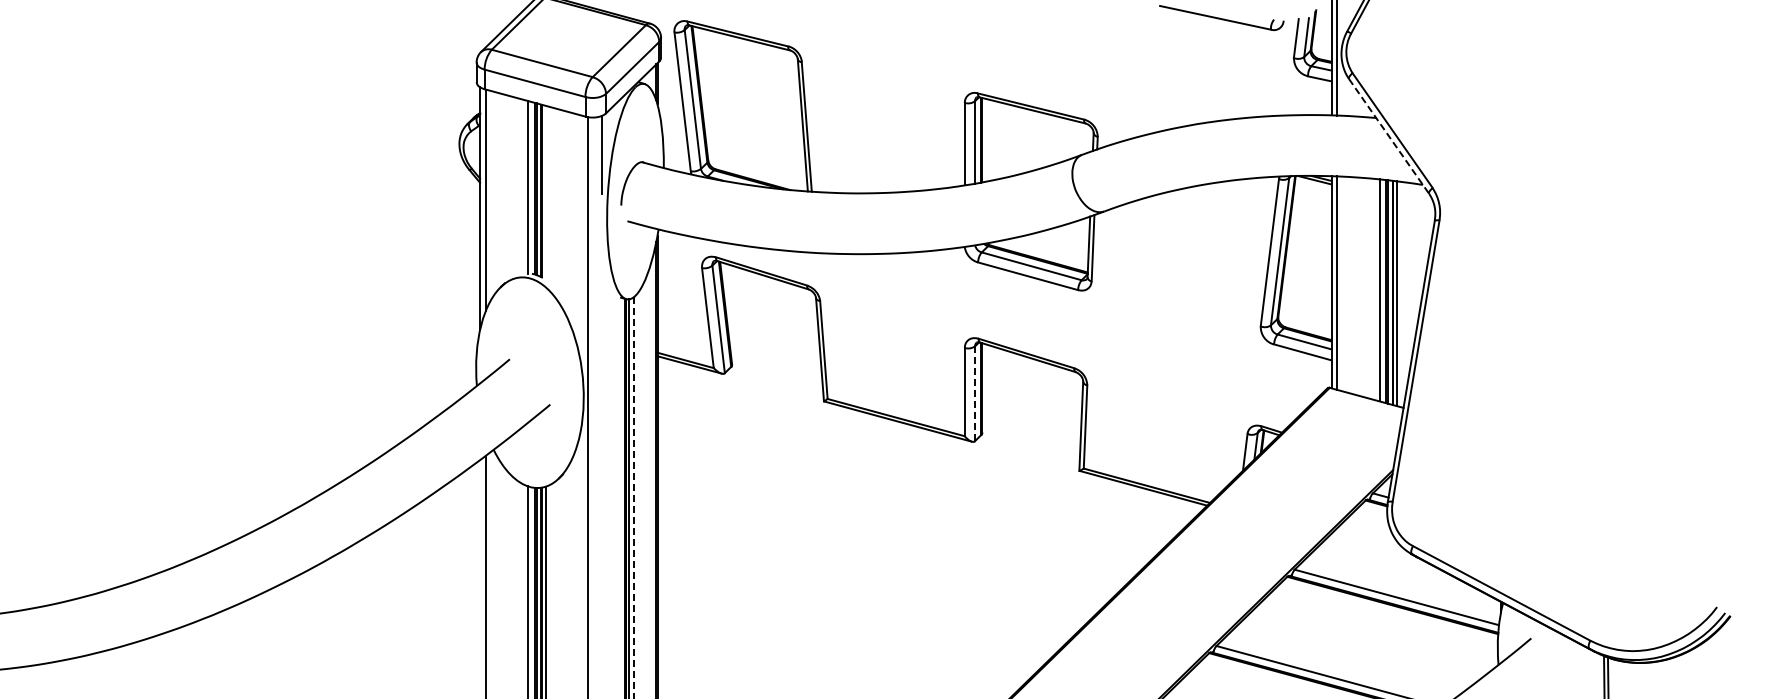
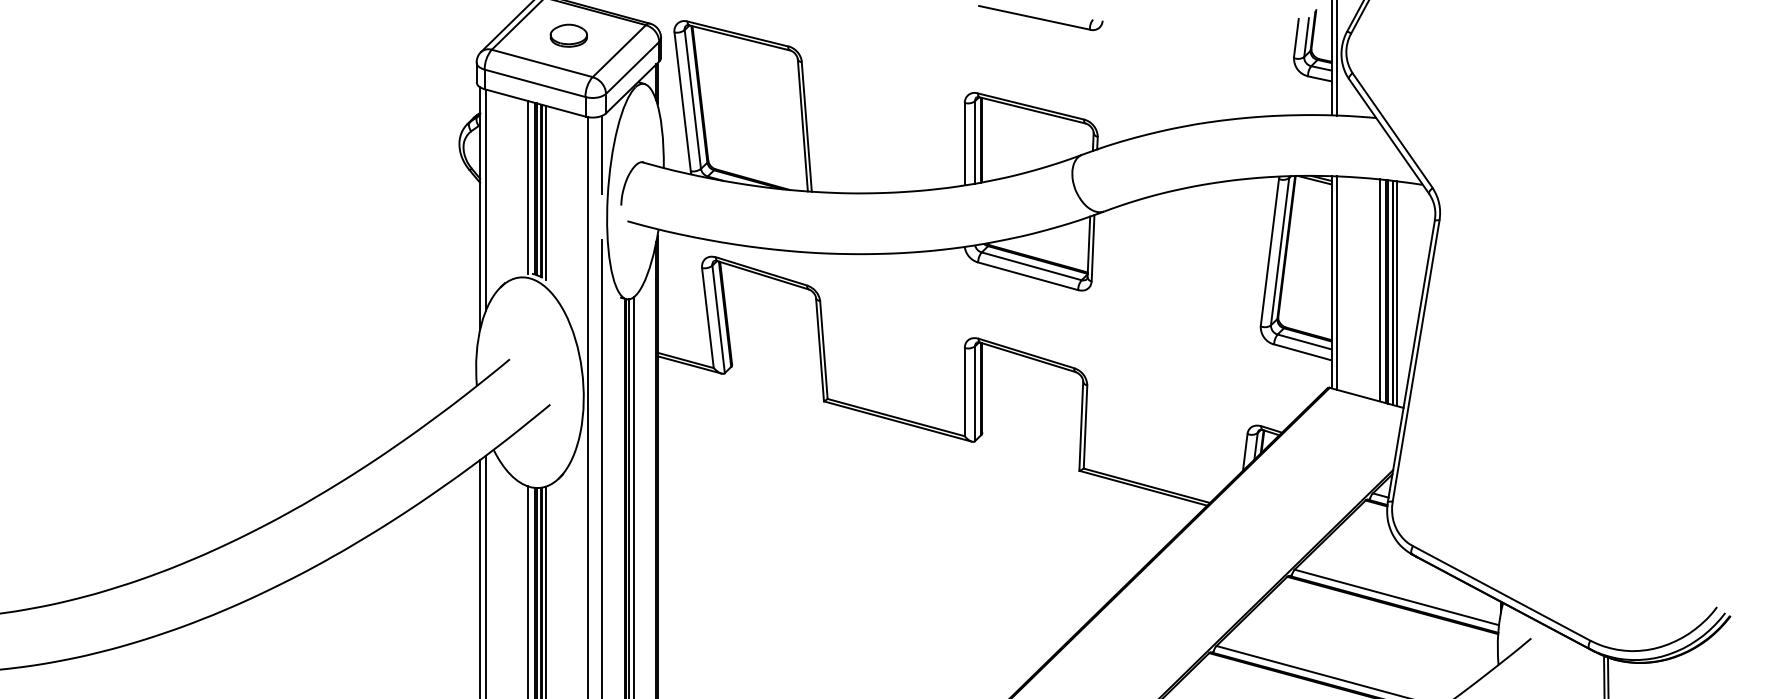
part at (1221, 18) position: (1221, 18) -> (1040, 18)
part at (568, 35): none -> present
line at (1389, 136): dashed -> solid
line at (545, 192): none -> present
line at (975, 394): dashed -> solid
line at (602, 467): none -> present
line at (633, 497): dashed -> solid
line at (480, 577): none -> present
